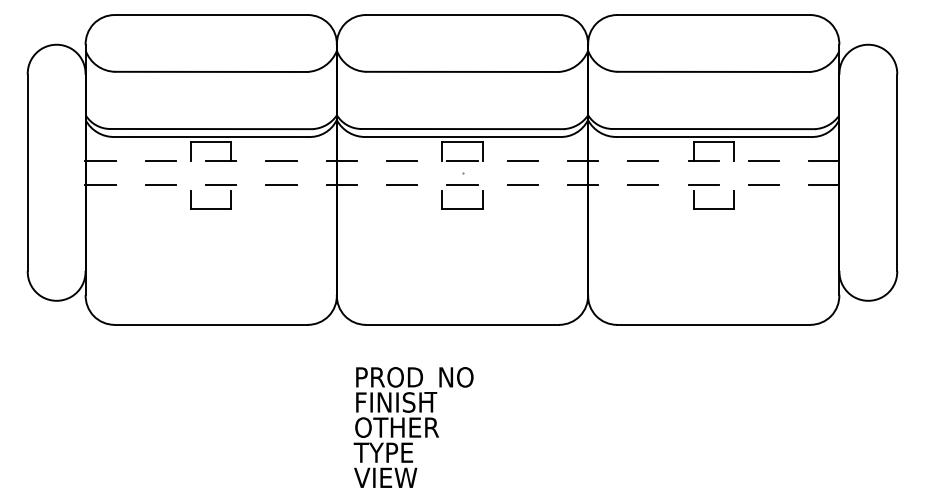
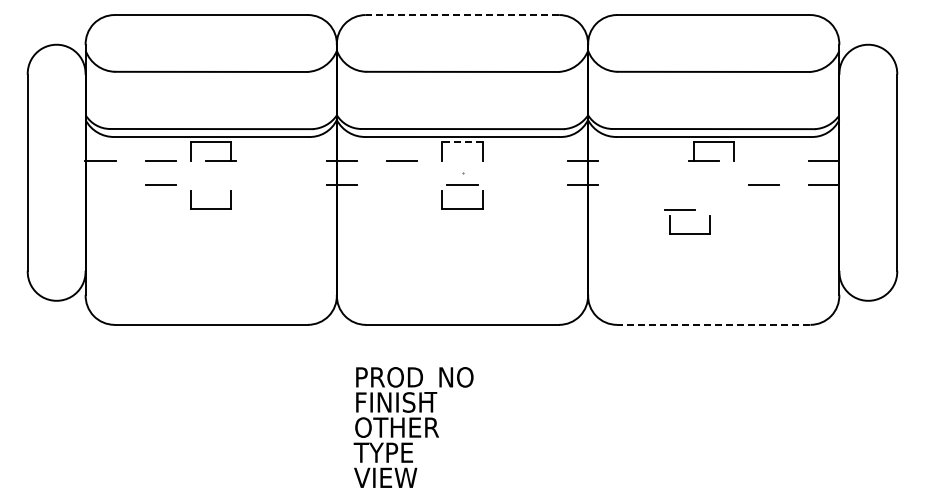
line at (462, 15): solid -> dashed
line at (462, 142): solid -> dashed
line at (281, 160): present -> none
line at (462, 160): present -> none
line at (522, 160): present -> none
line at (642, 160): present -> none
line at (763, 160): present -> none
line at (100, 184): present -> none
line at (221, 184): present -> none
line at (281, 184): present -> none
line at (402, 184): present -> none
line at (522, 184): present -> none
line at (643, 184): present -> none
part at (711, 185) position: (711, 185) -> (687, 210)
line at (713, 324): solid -> dashed
